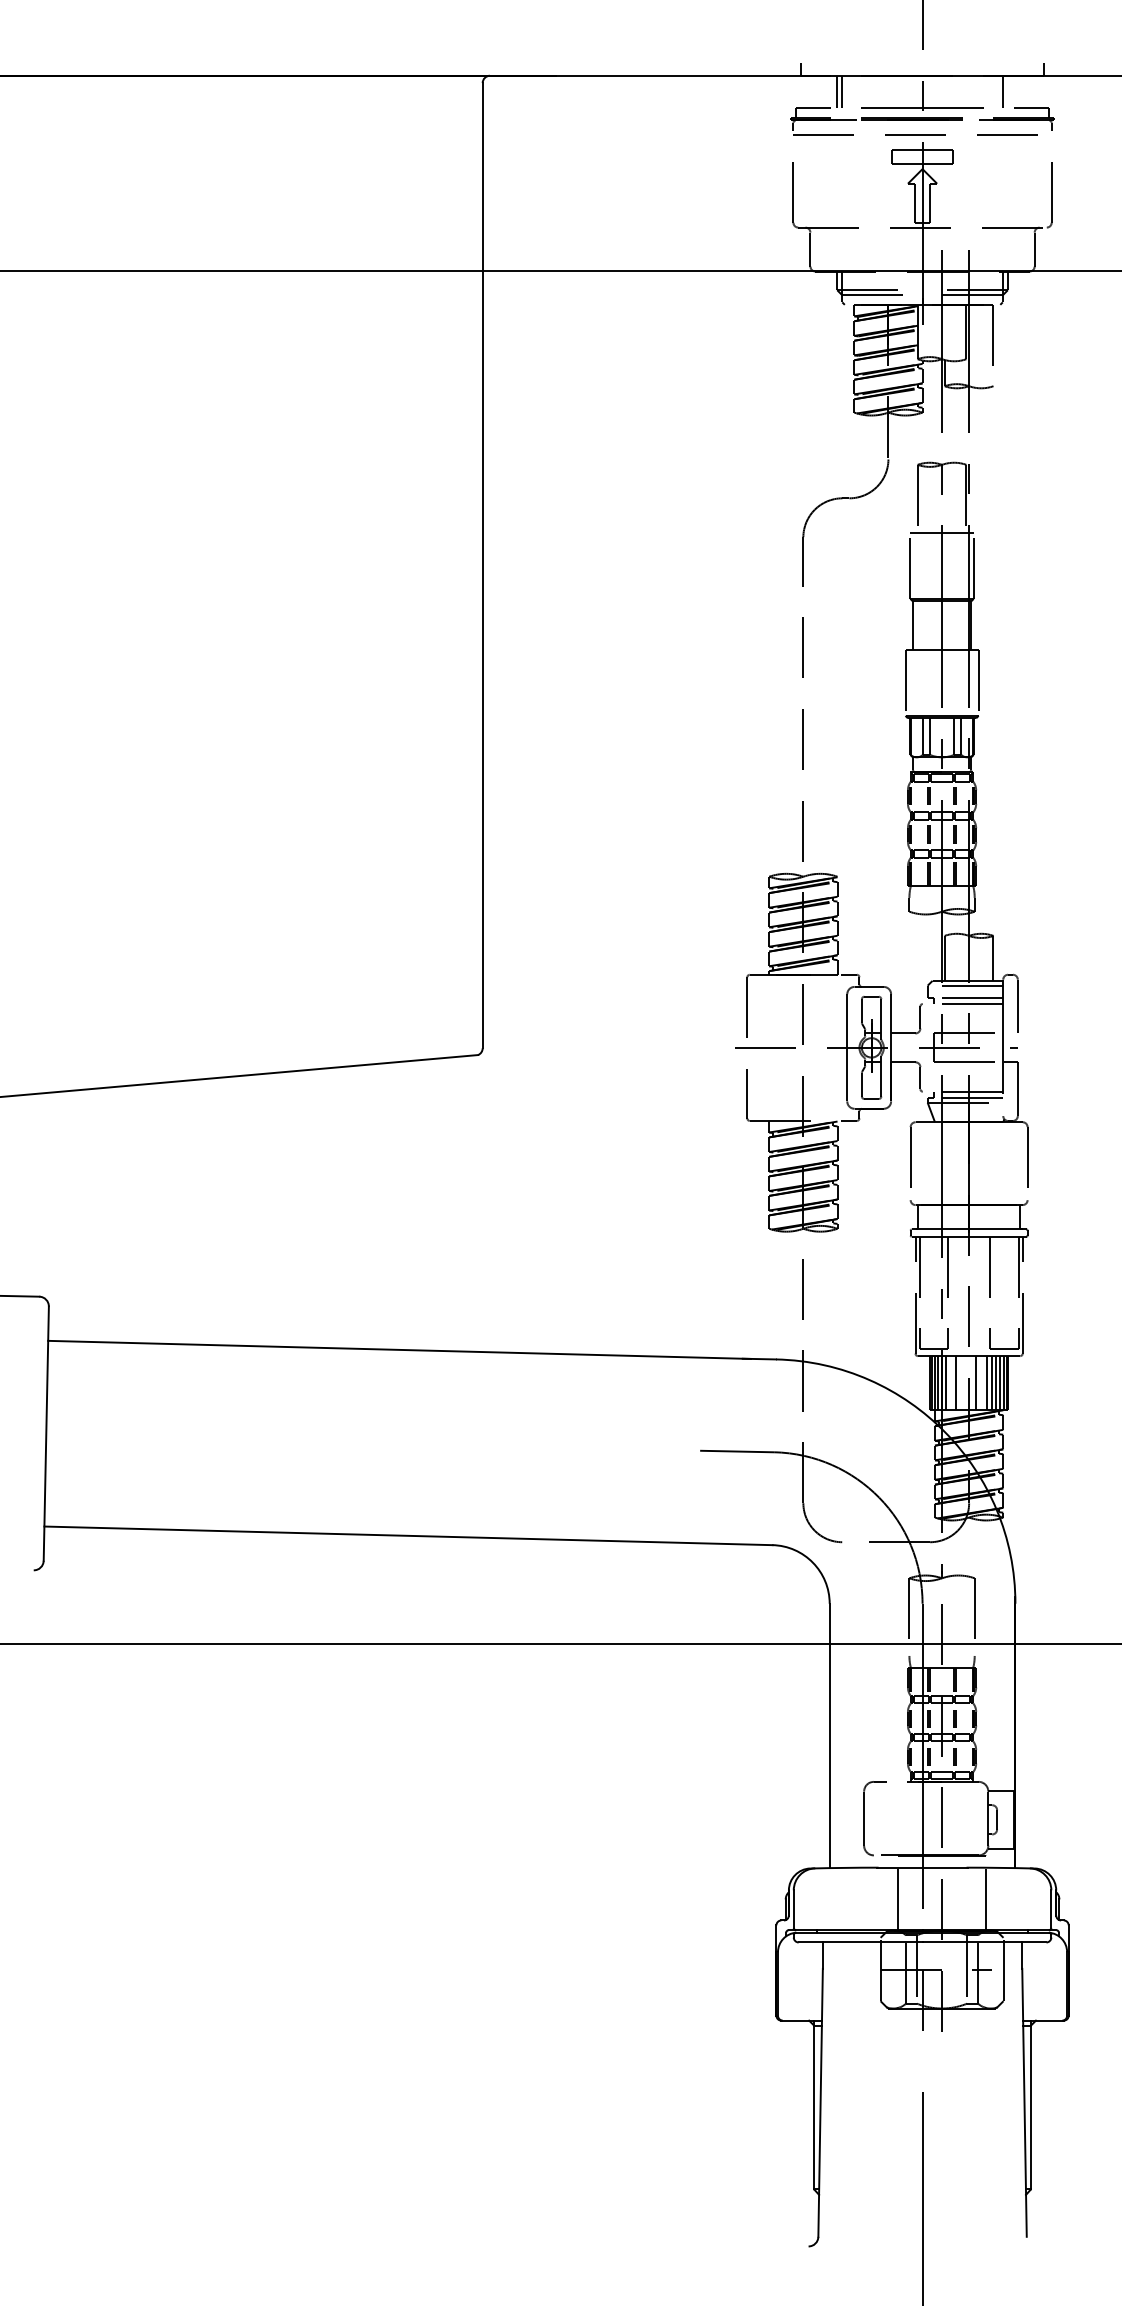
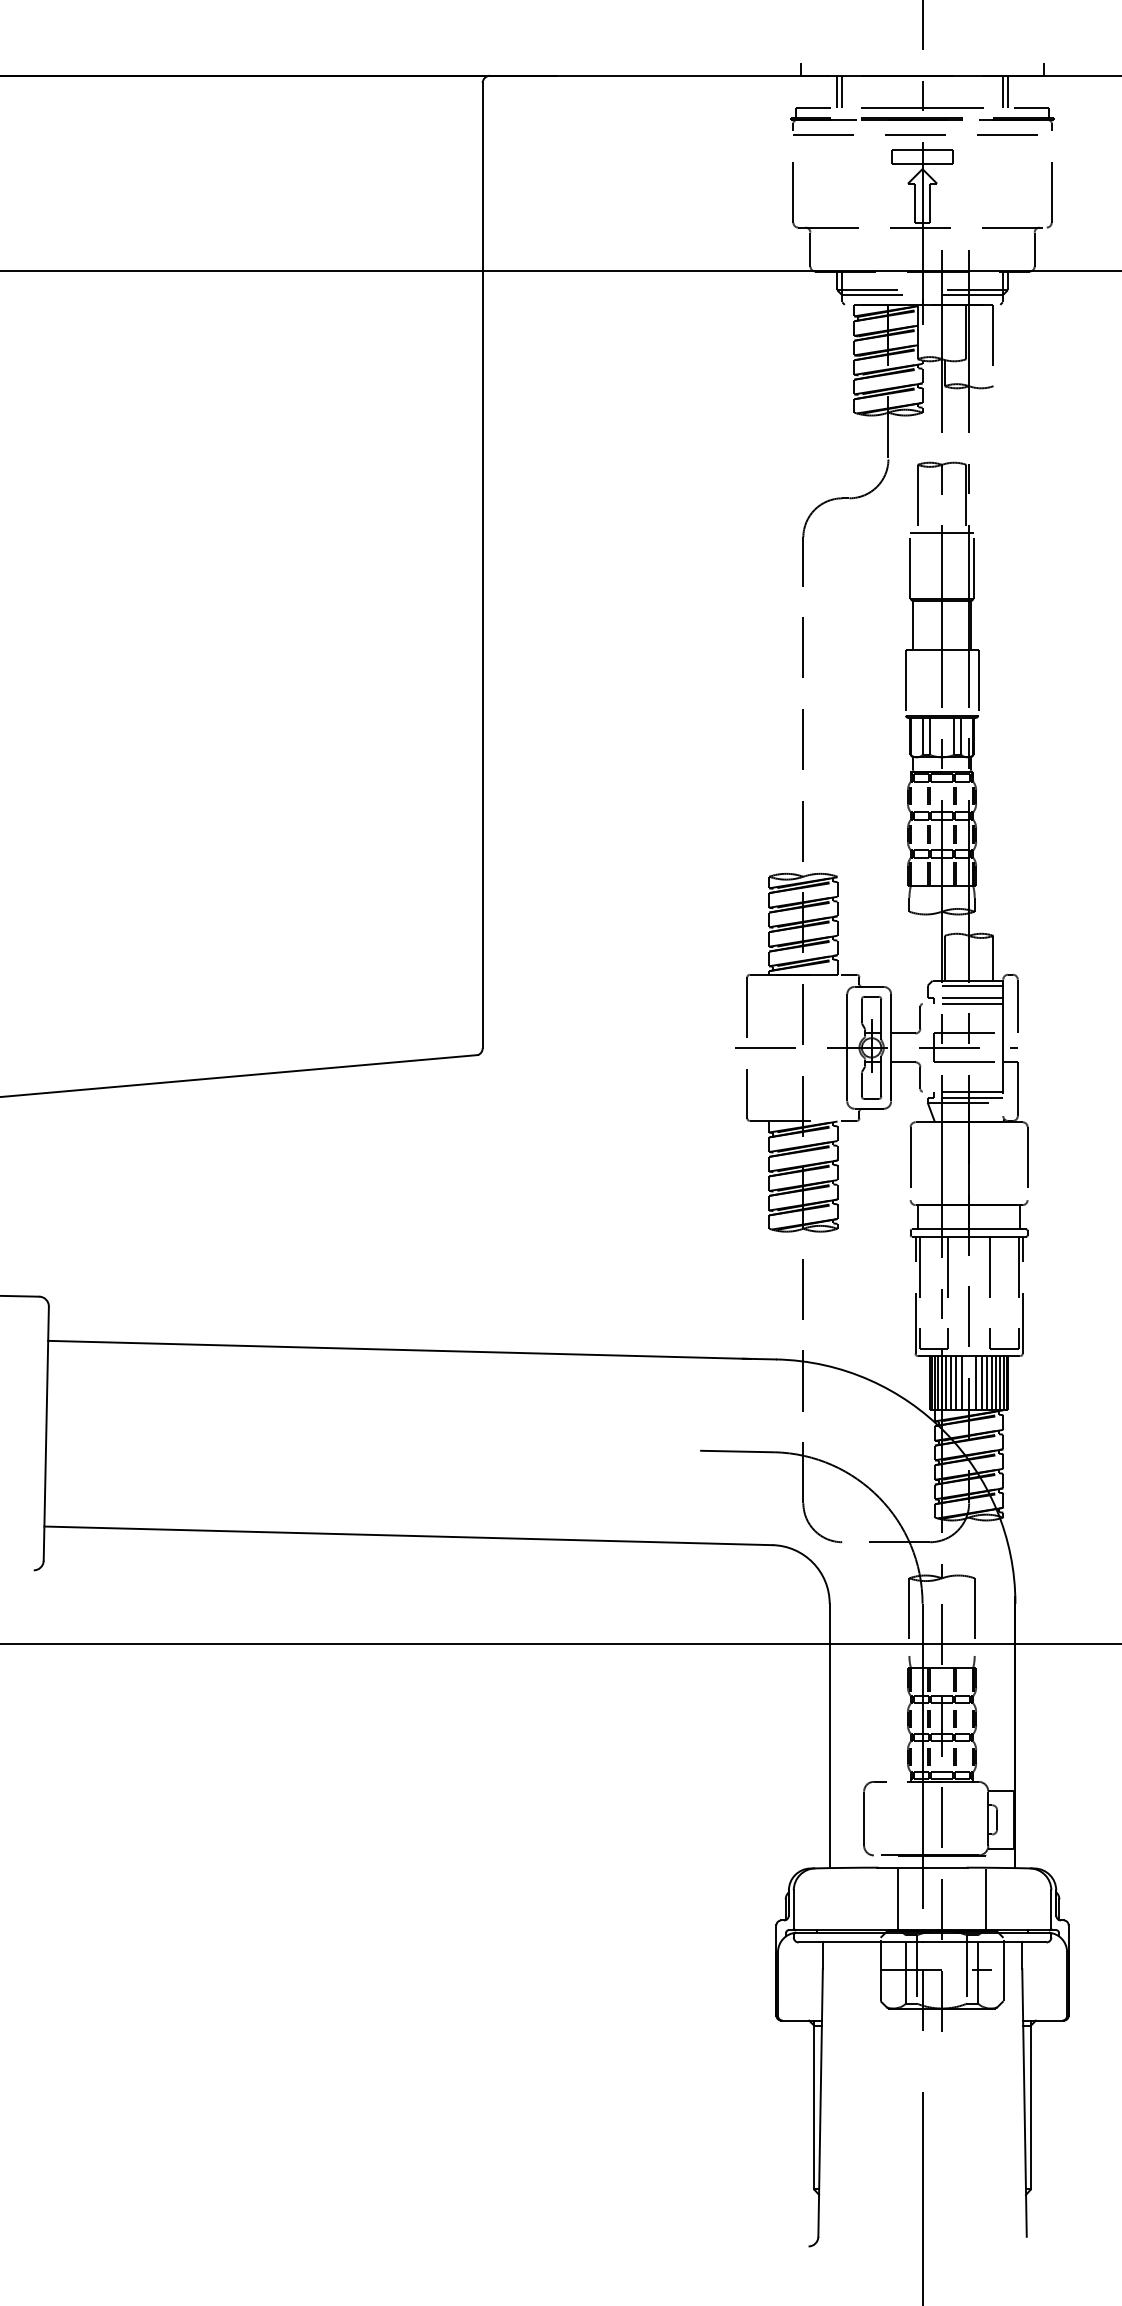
line at (1007, 91): none -> present
line at (951, 1382): none -> present
line at (962, 1382): none -> present
line at (981, 1382): none -> present
